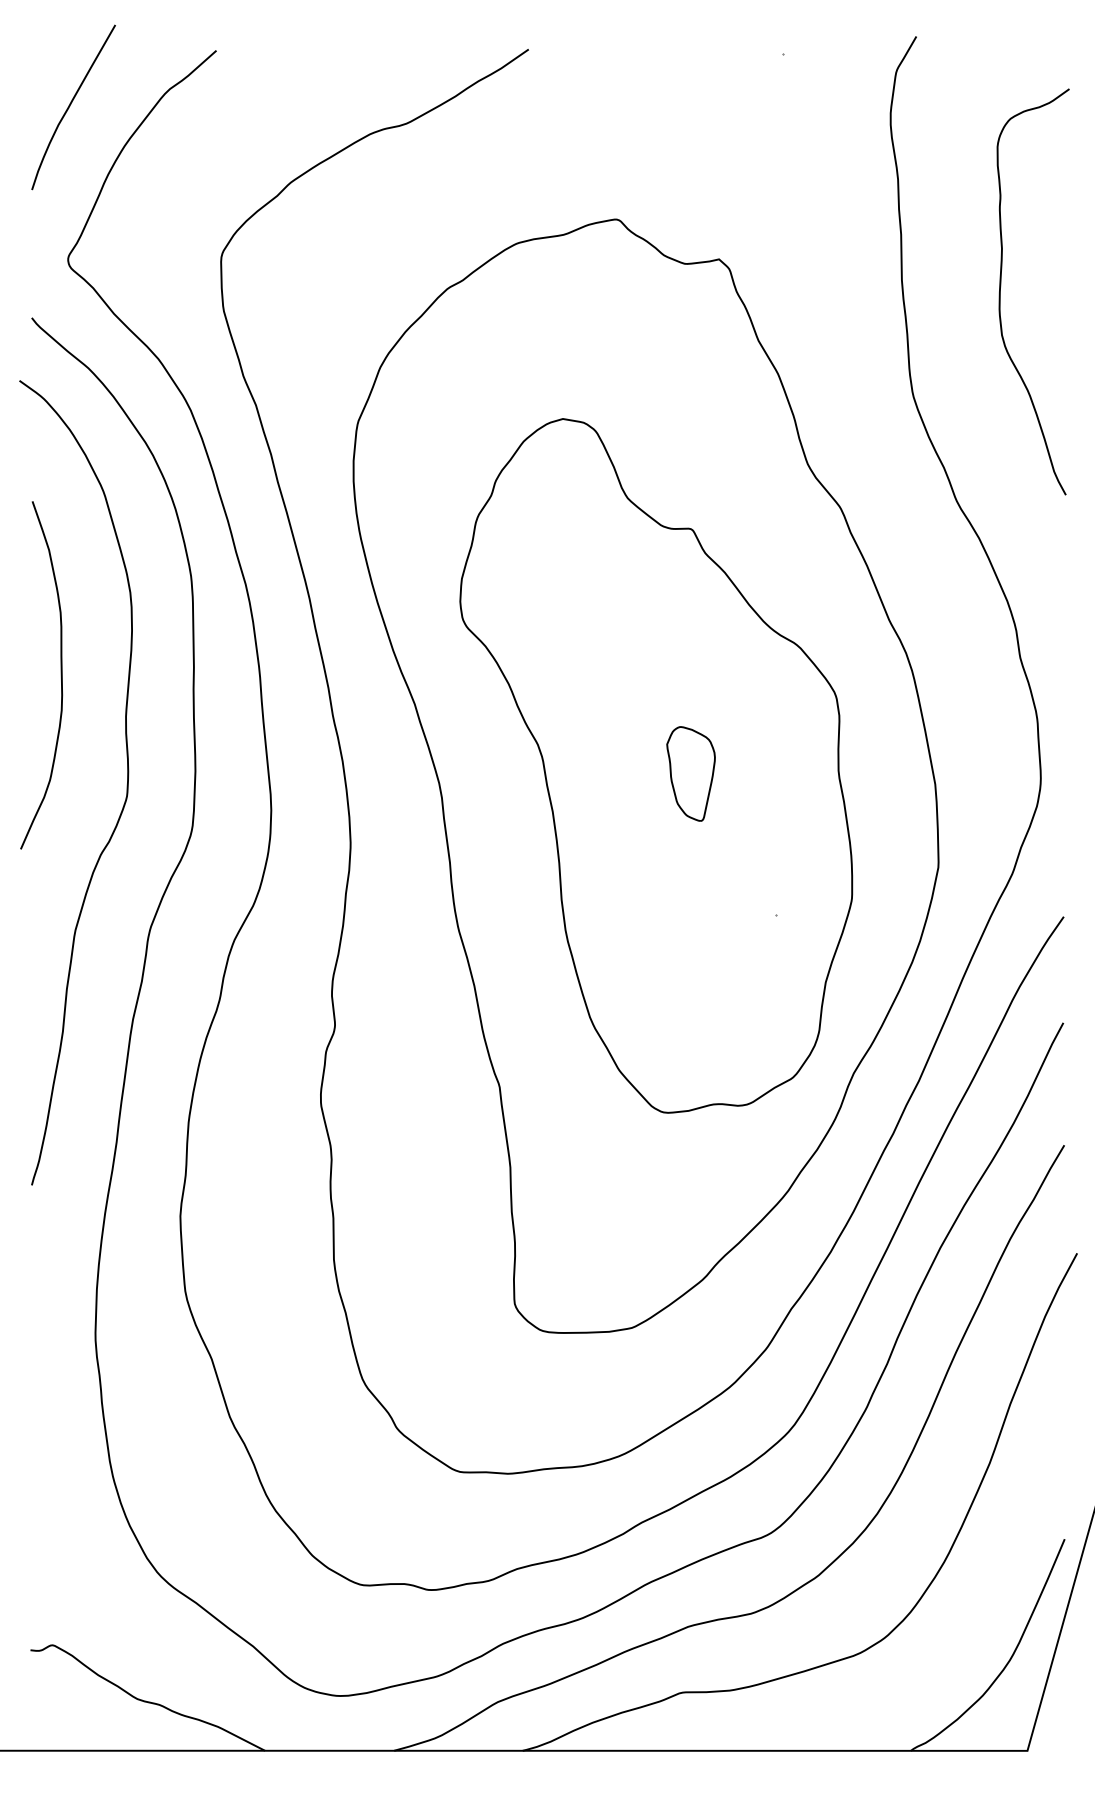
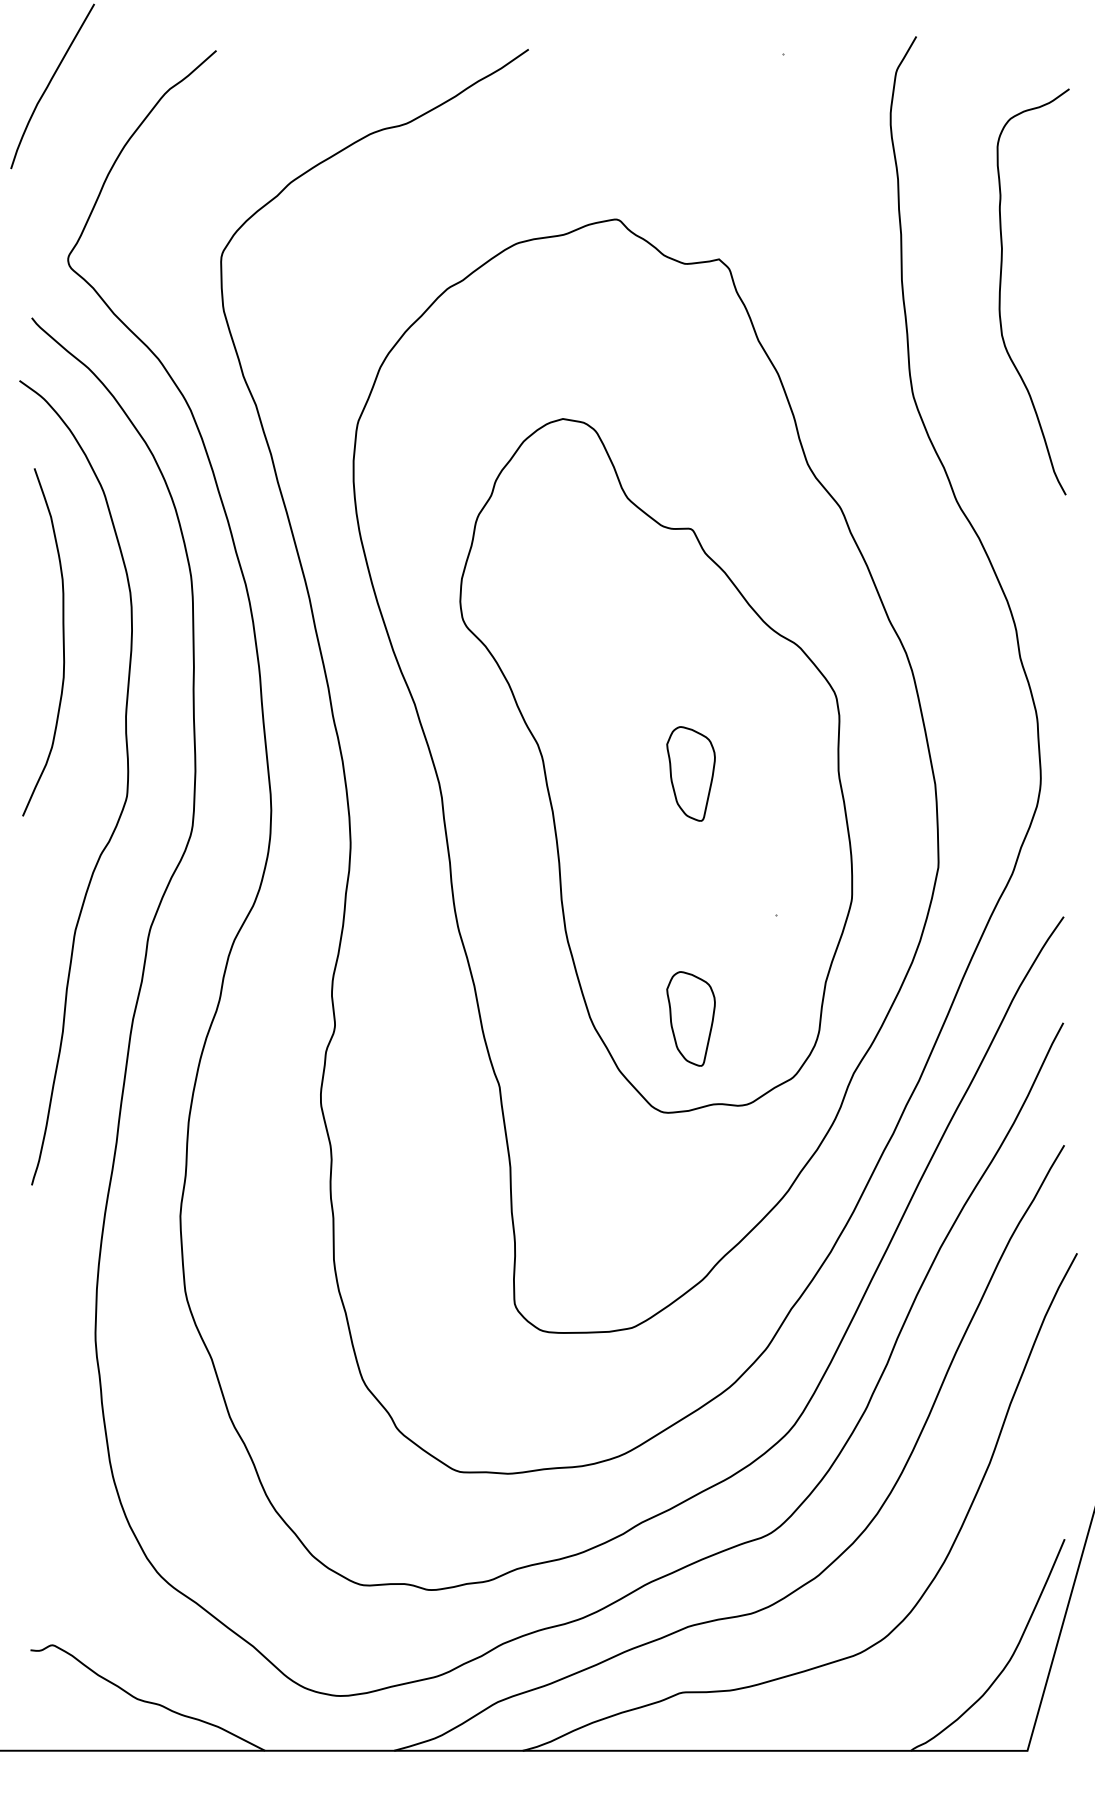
curve at (70, 106) position: (70, 106) -> (49, 85)
curve at (60, 675) position: (60, 675) -> (62, 642)
part at (690, 1018): none -> present
